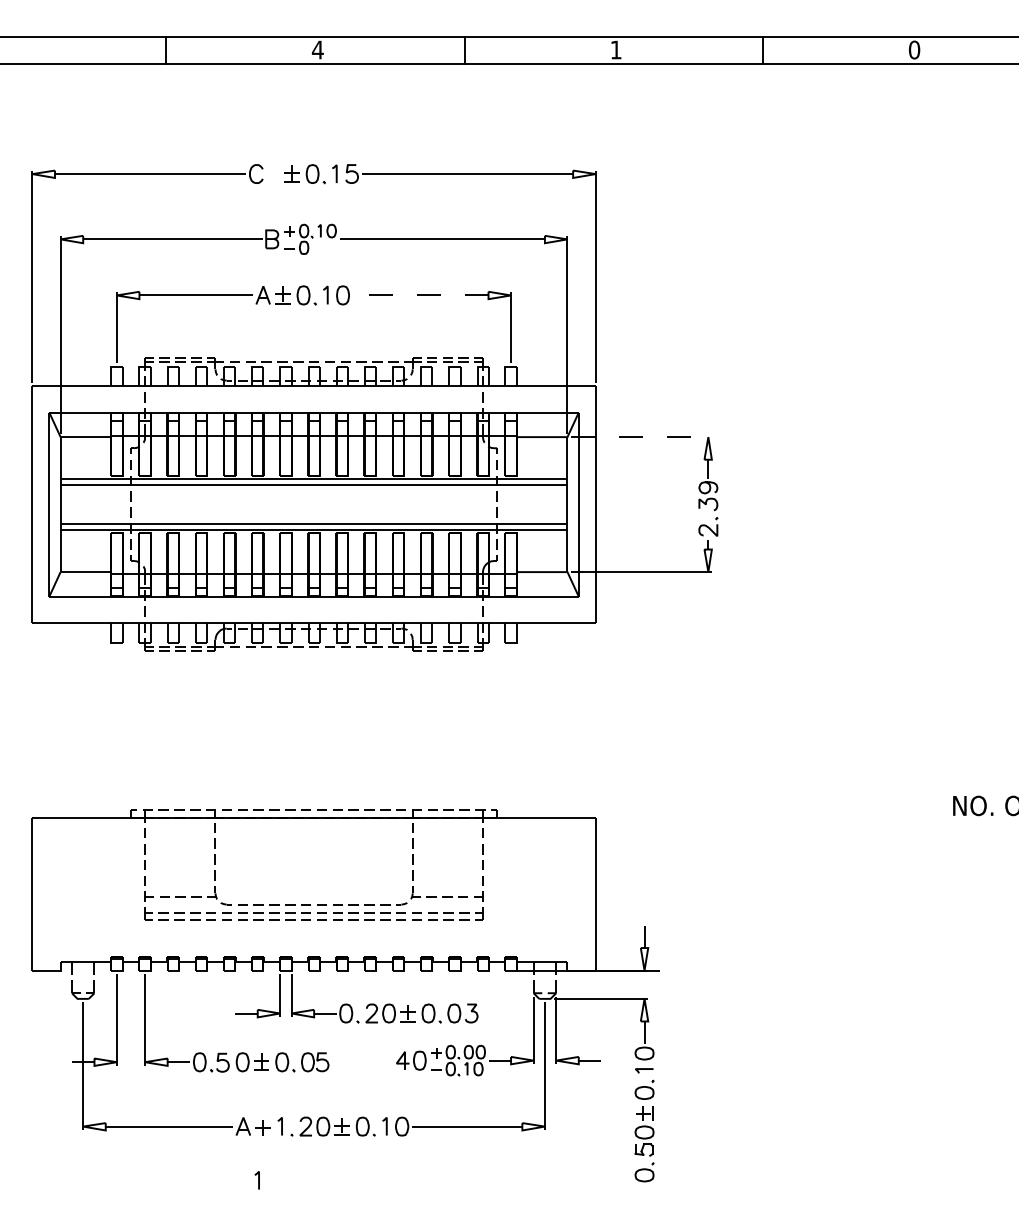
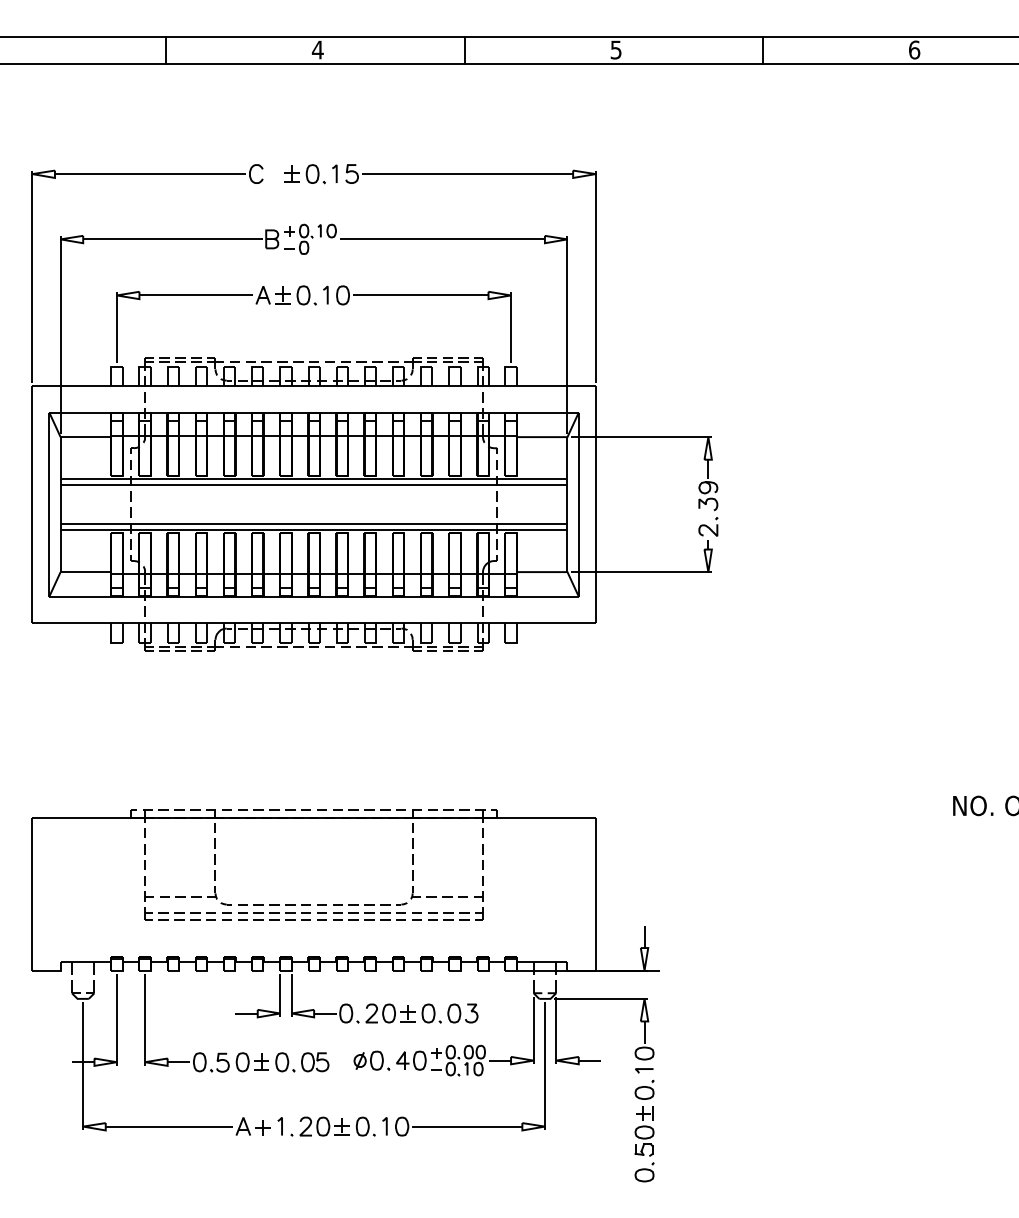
text at (615, 49): 1 -> 5
text at (914, 49): 0 -> 6
line at (420, 295): dashed -> solid
line at (642, 437): dashed -> solid
part at (371, 1060): none -> present
line at (258, 1180): present -> none
